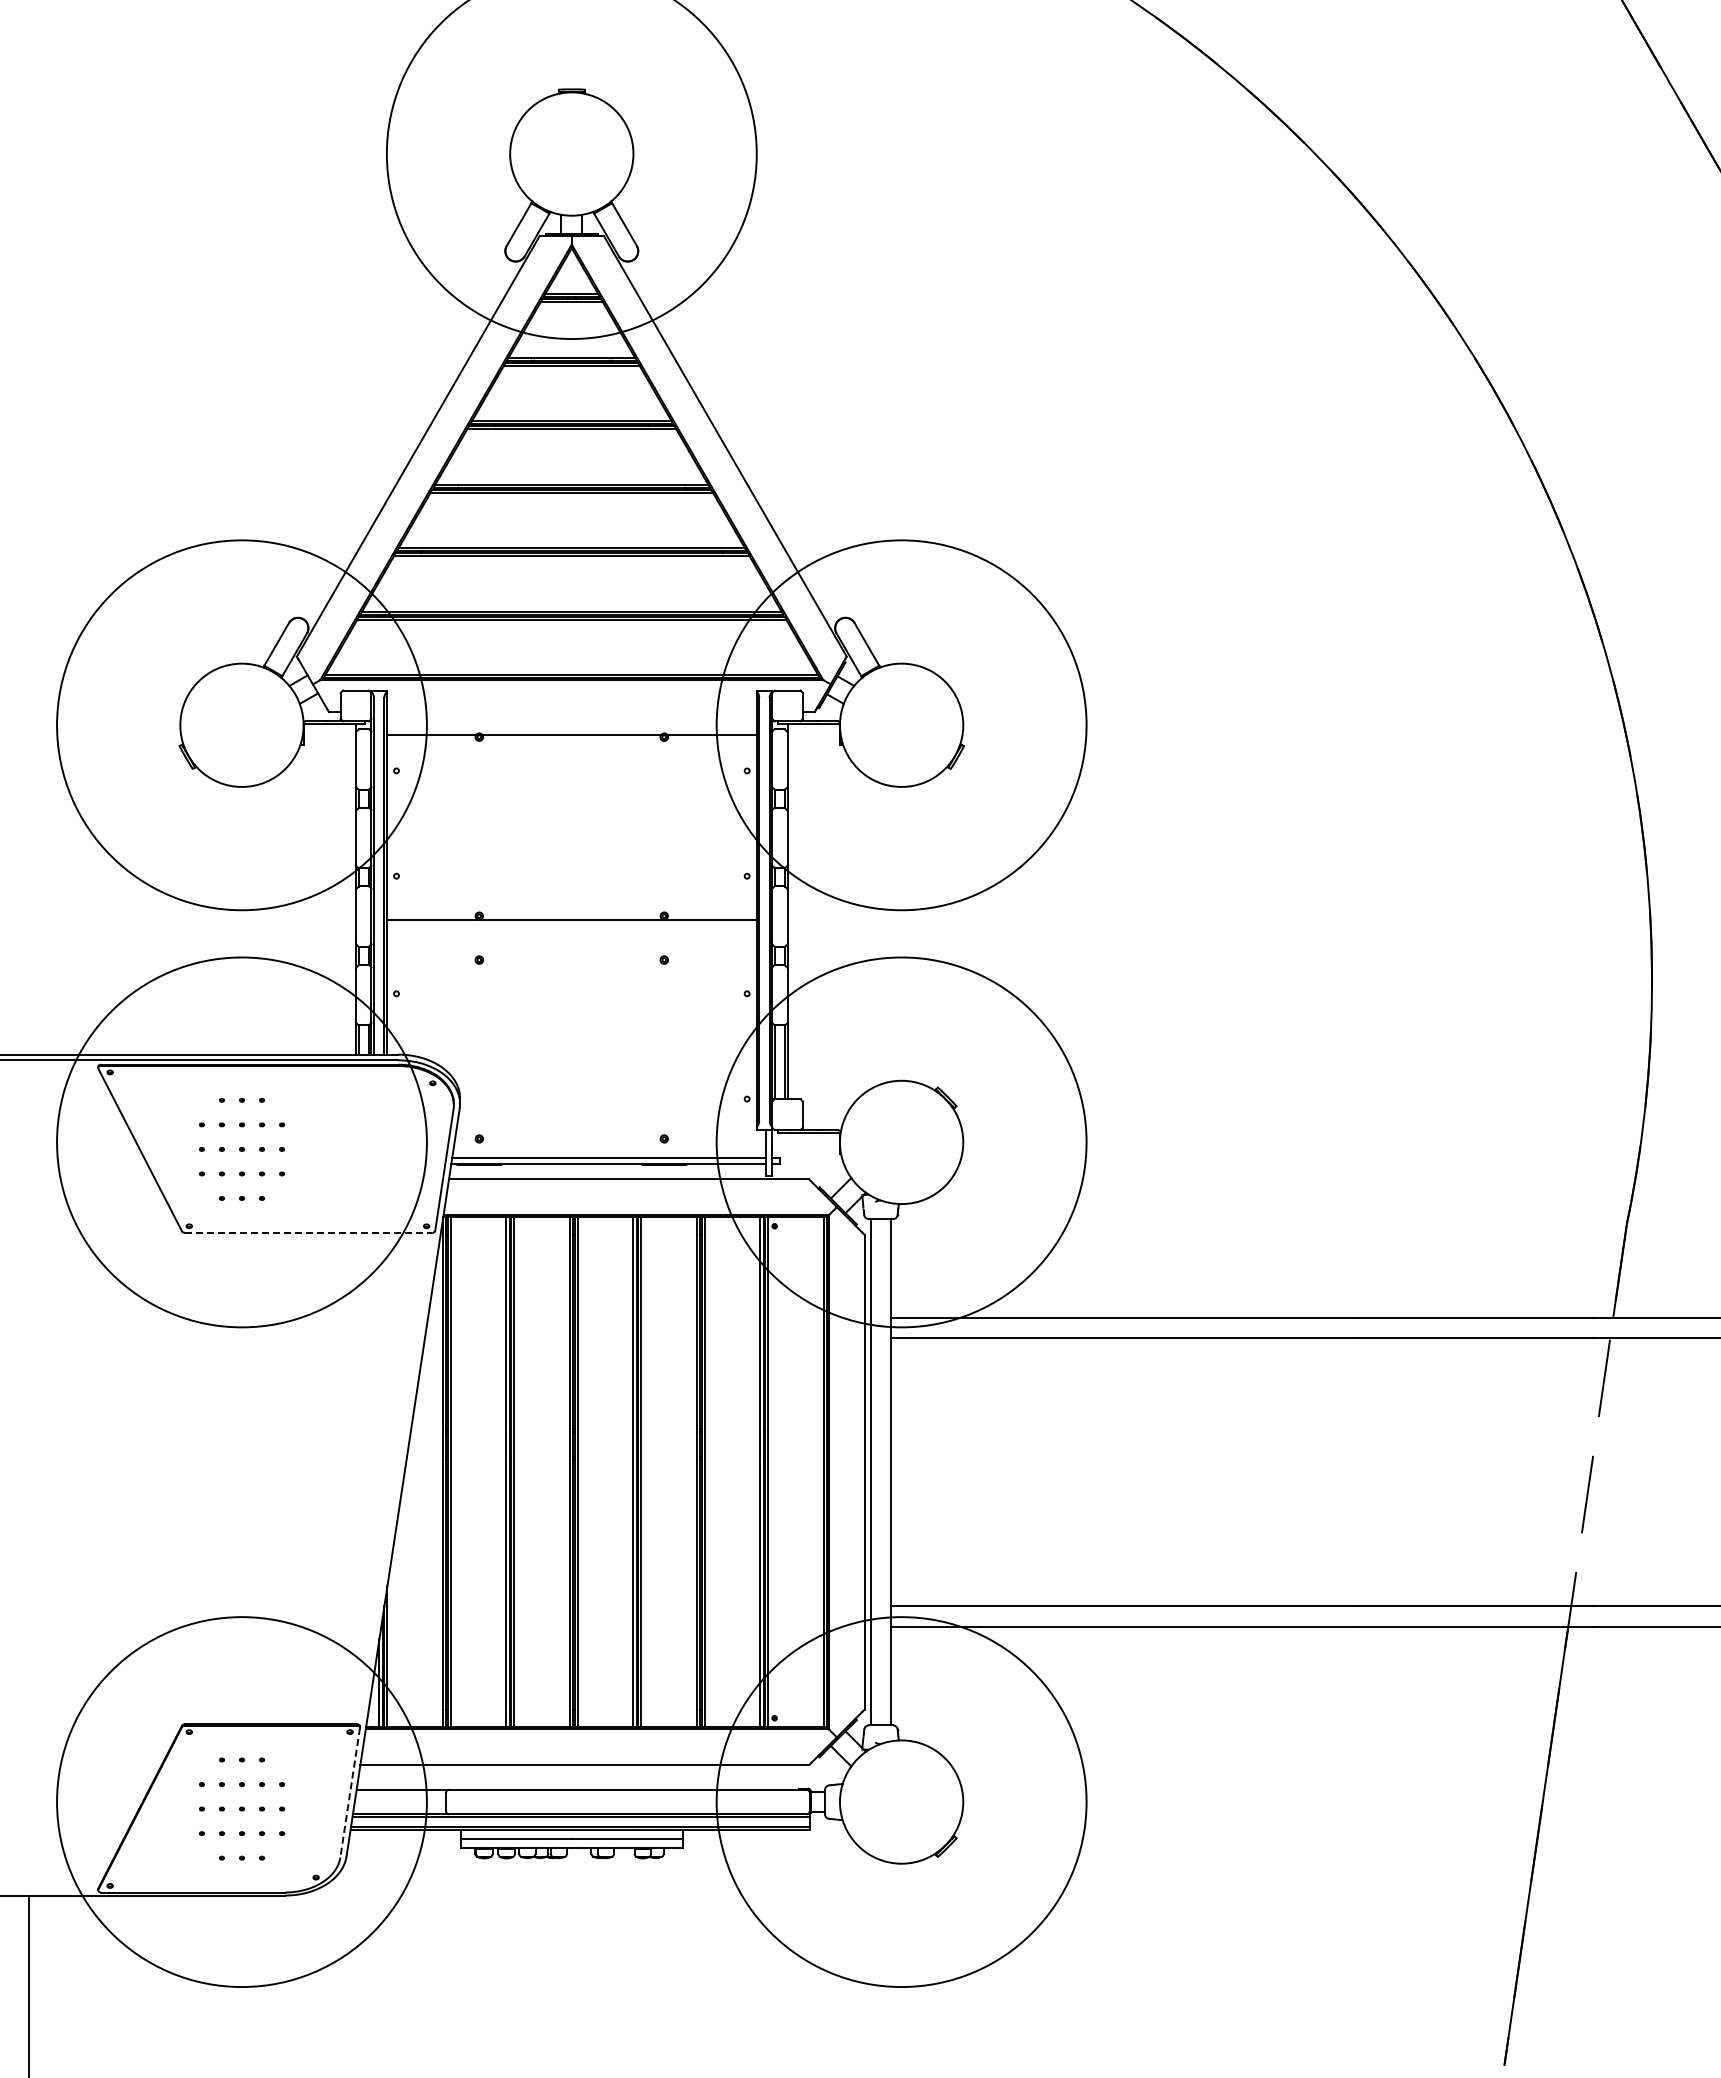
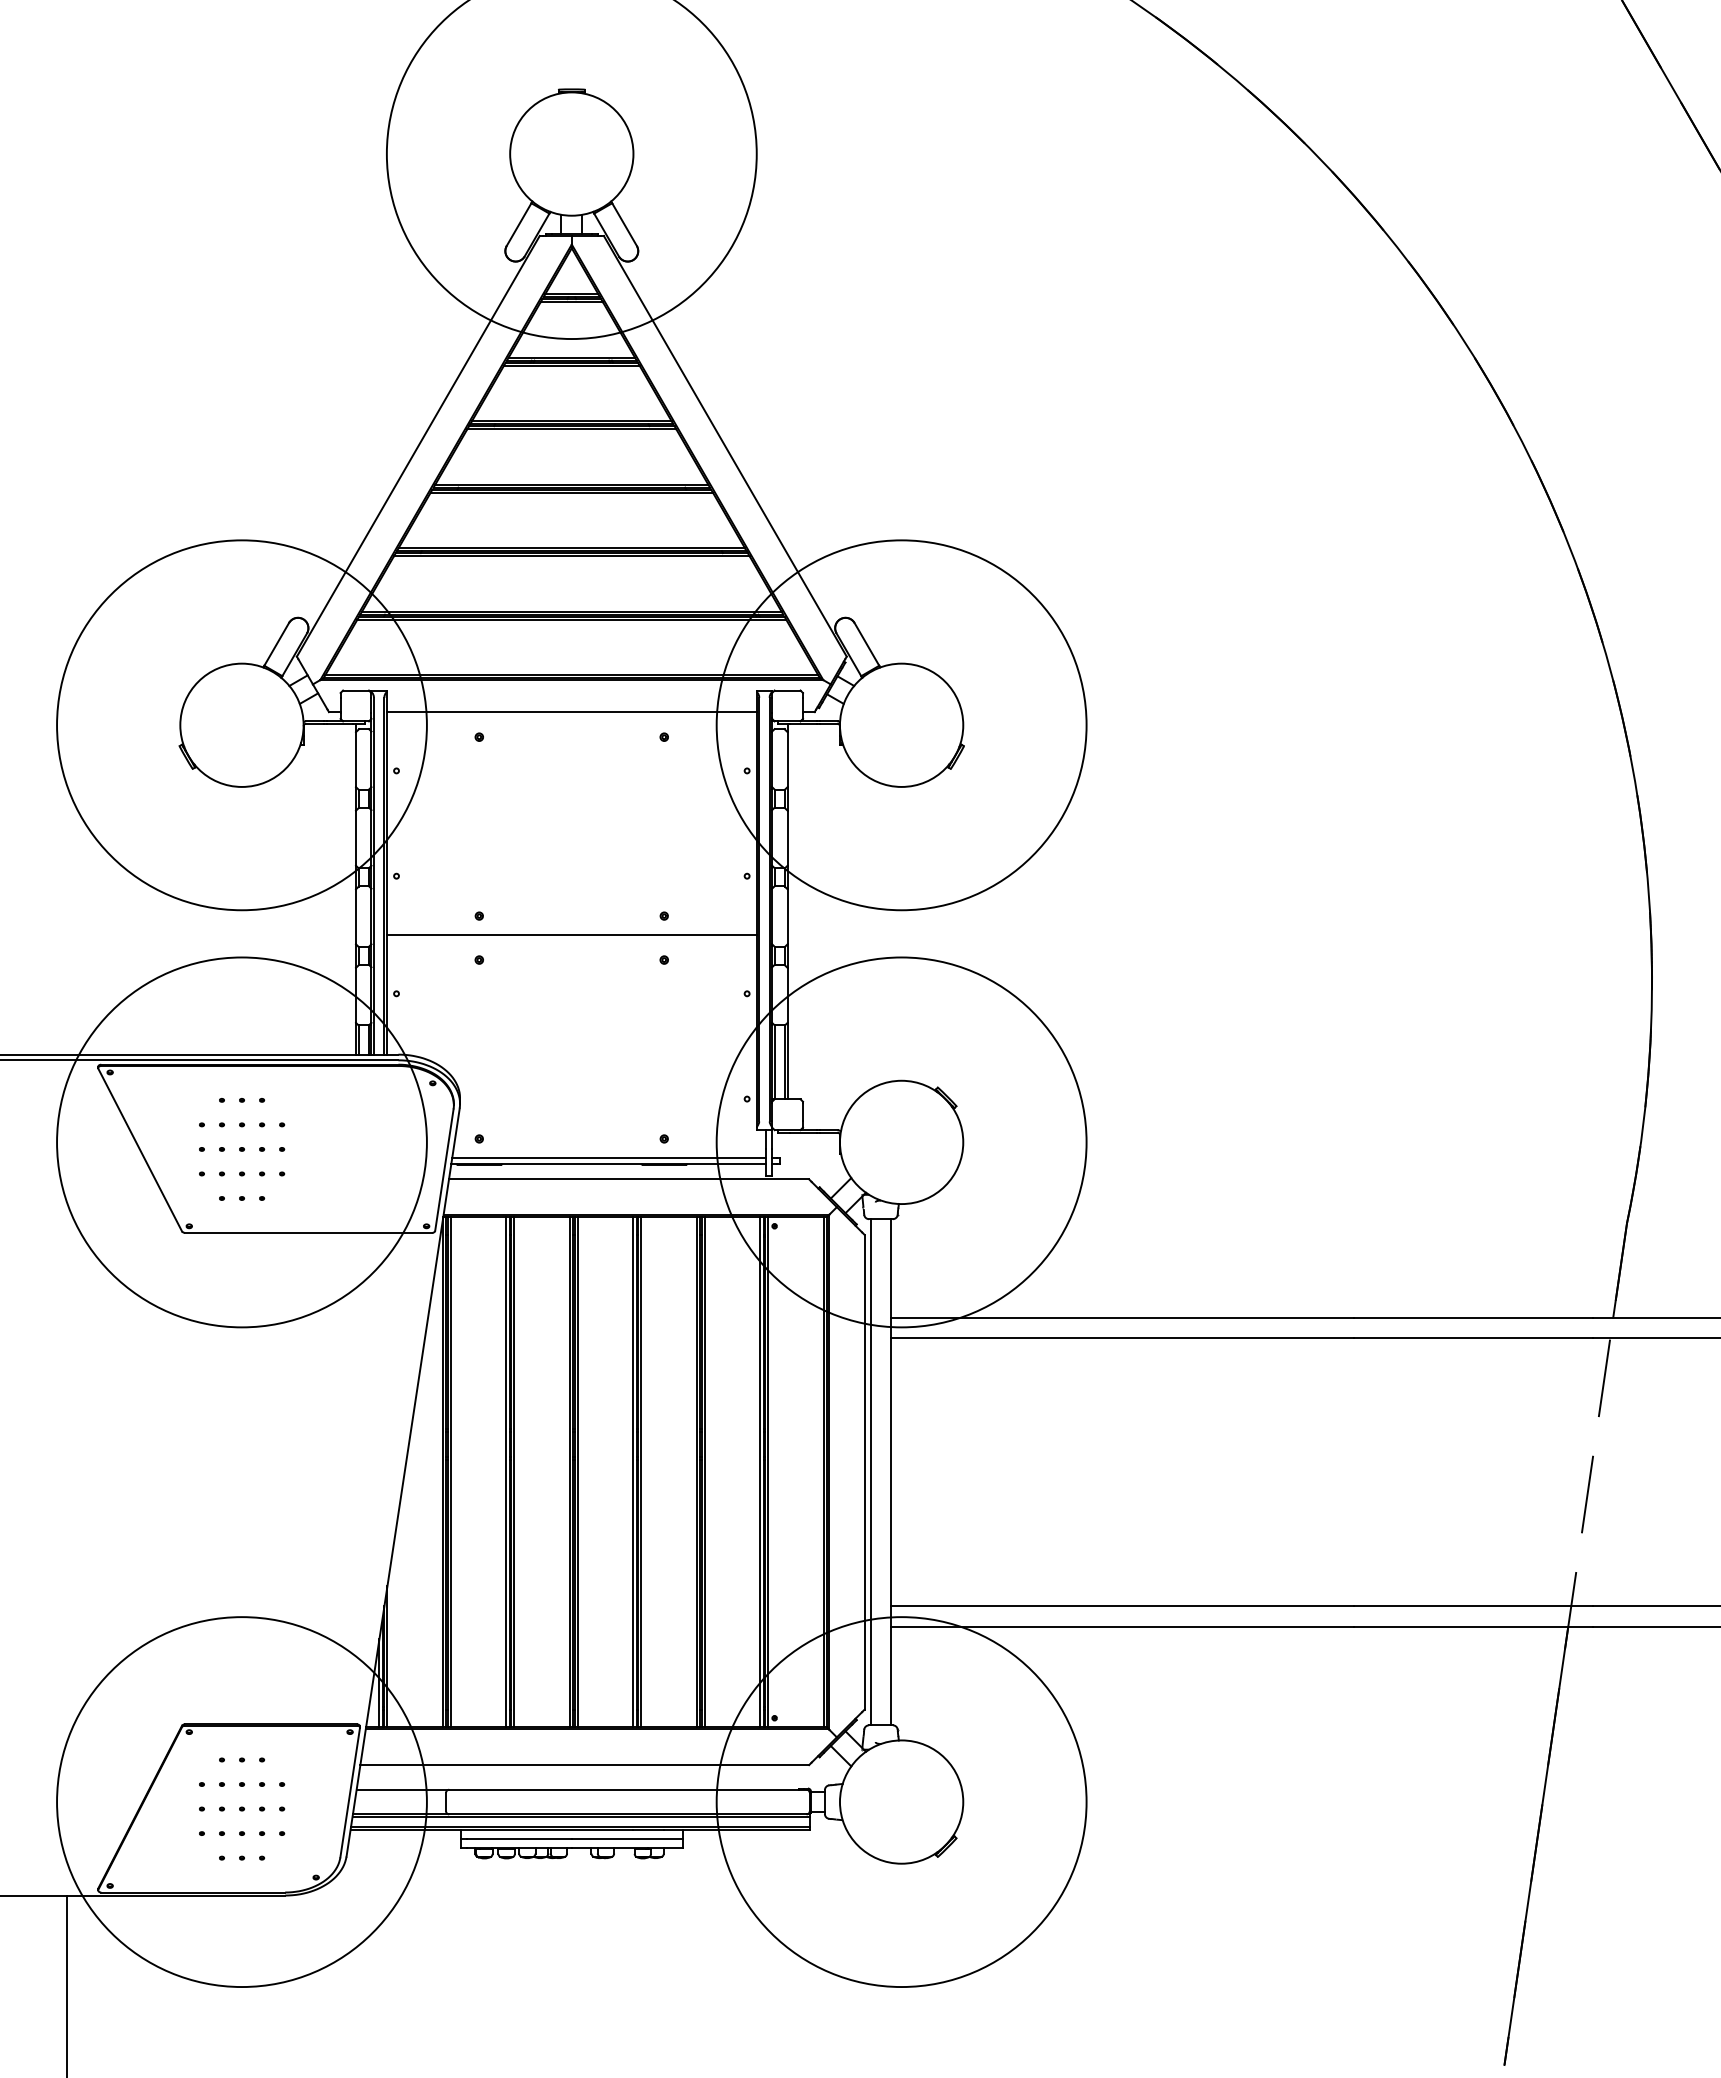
line at (571, 735) position: (571, 735) -> (571, 712)
line at (571, 919) position: (571, 919) -> (571, 934)
line at (308, 1232): dashed -> solid
line at (350, 1793): dashed -> solid
line at (28, 1984) position: (28, 1984) -> (66, 1984)
